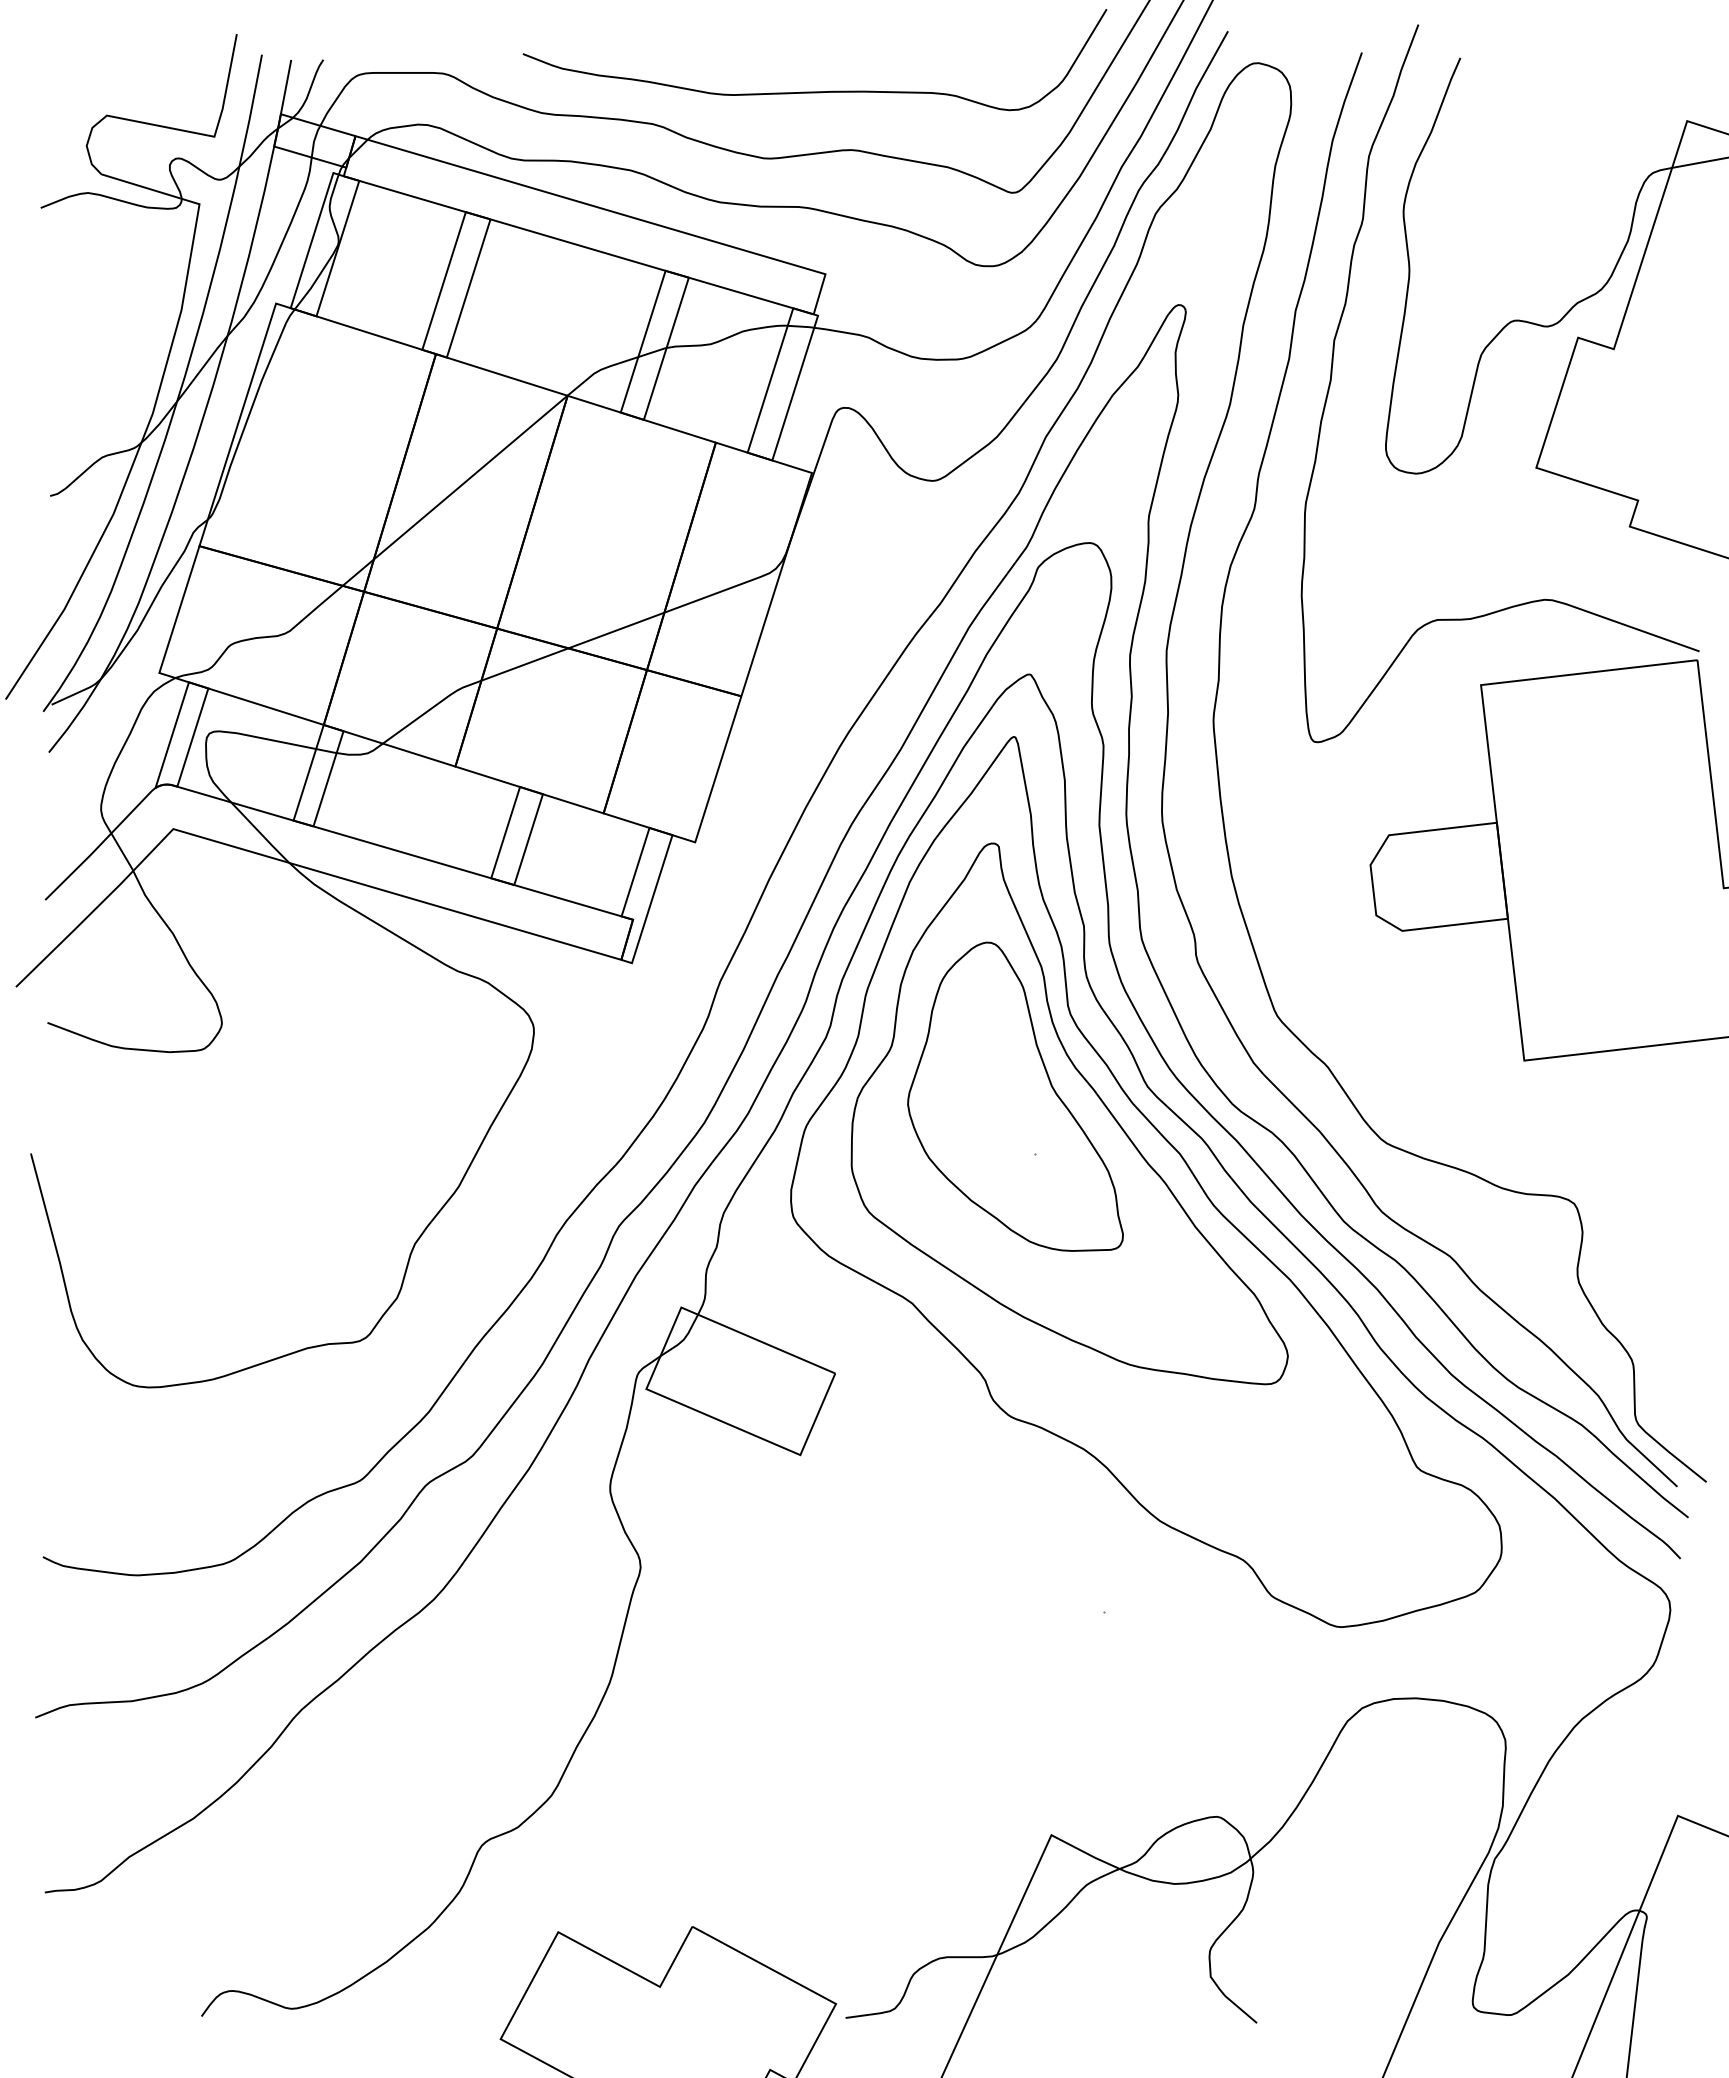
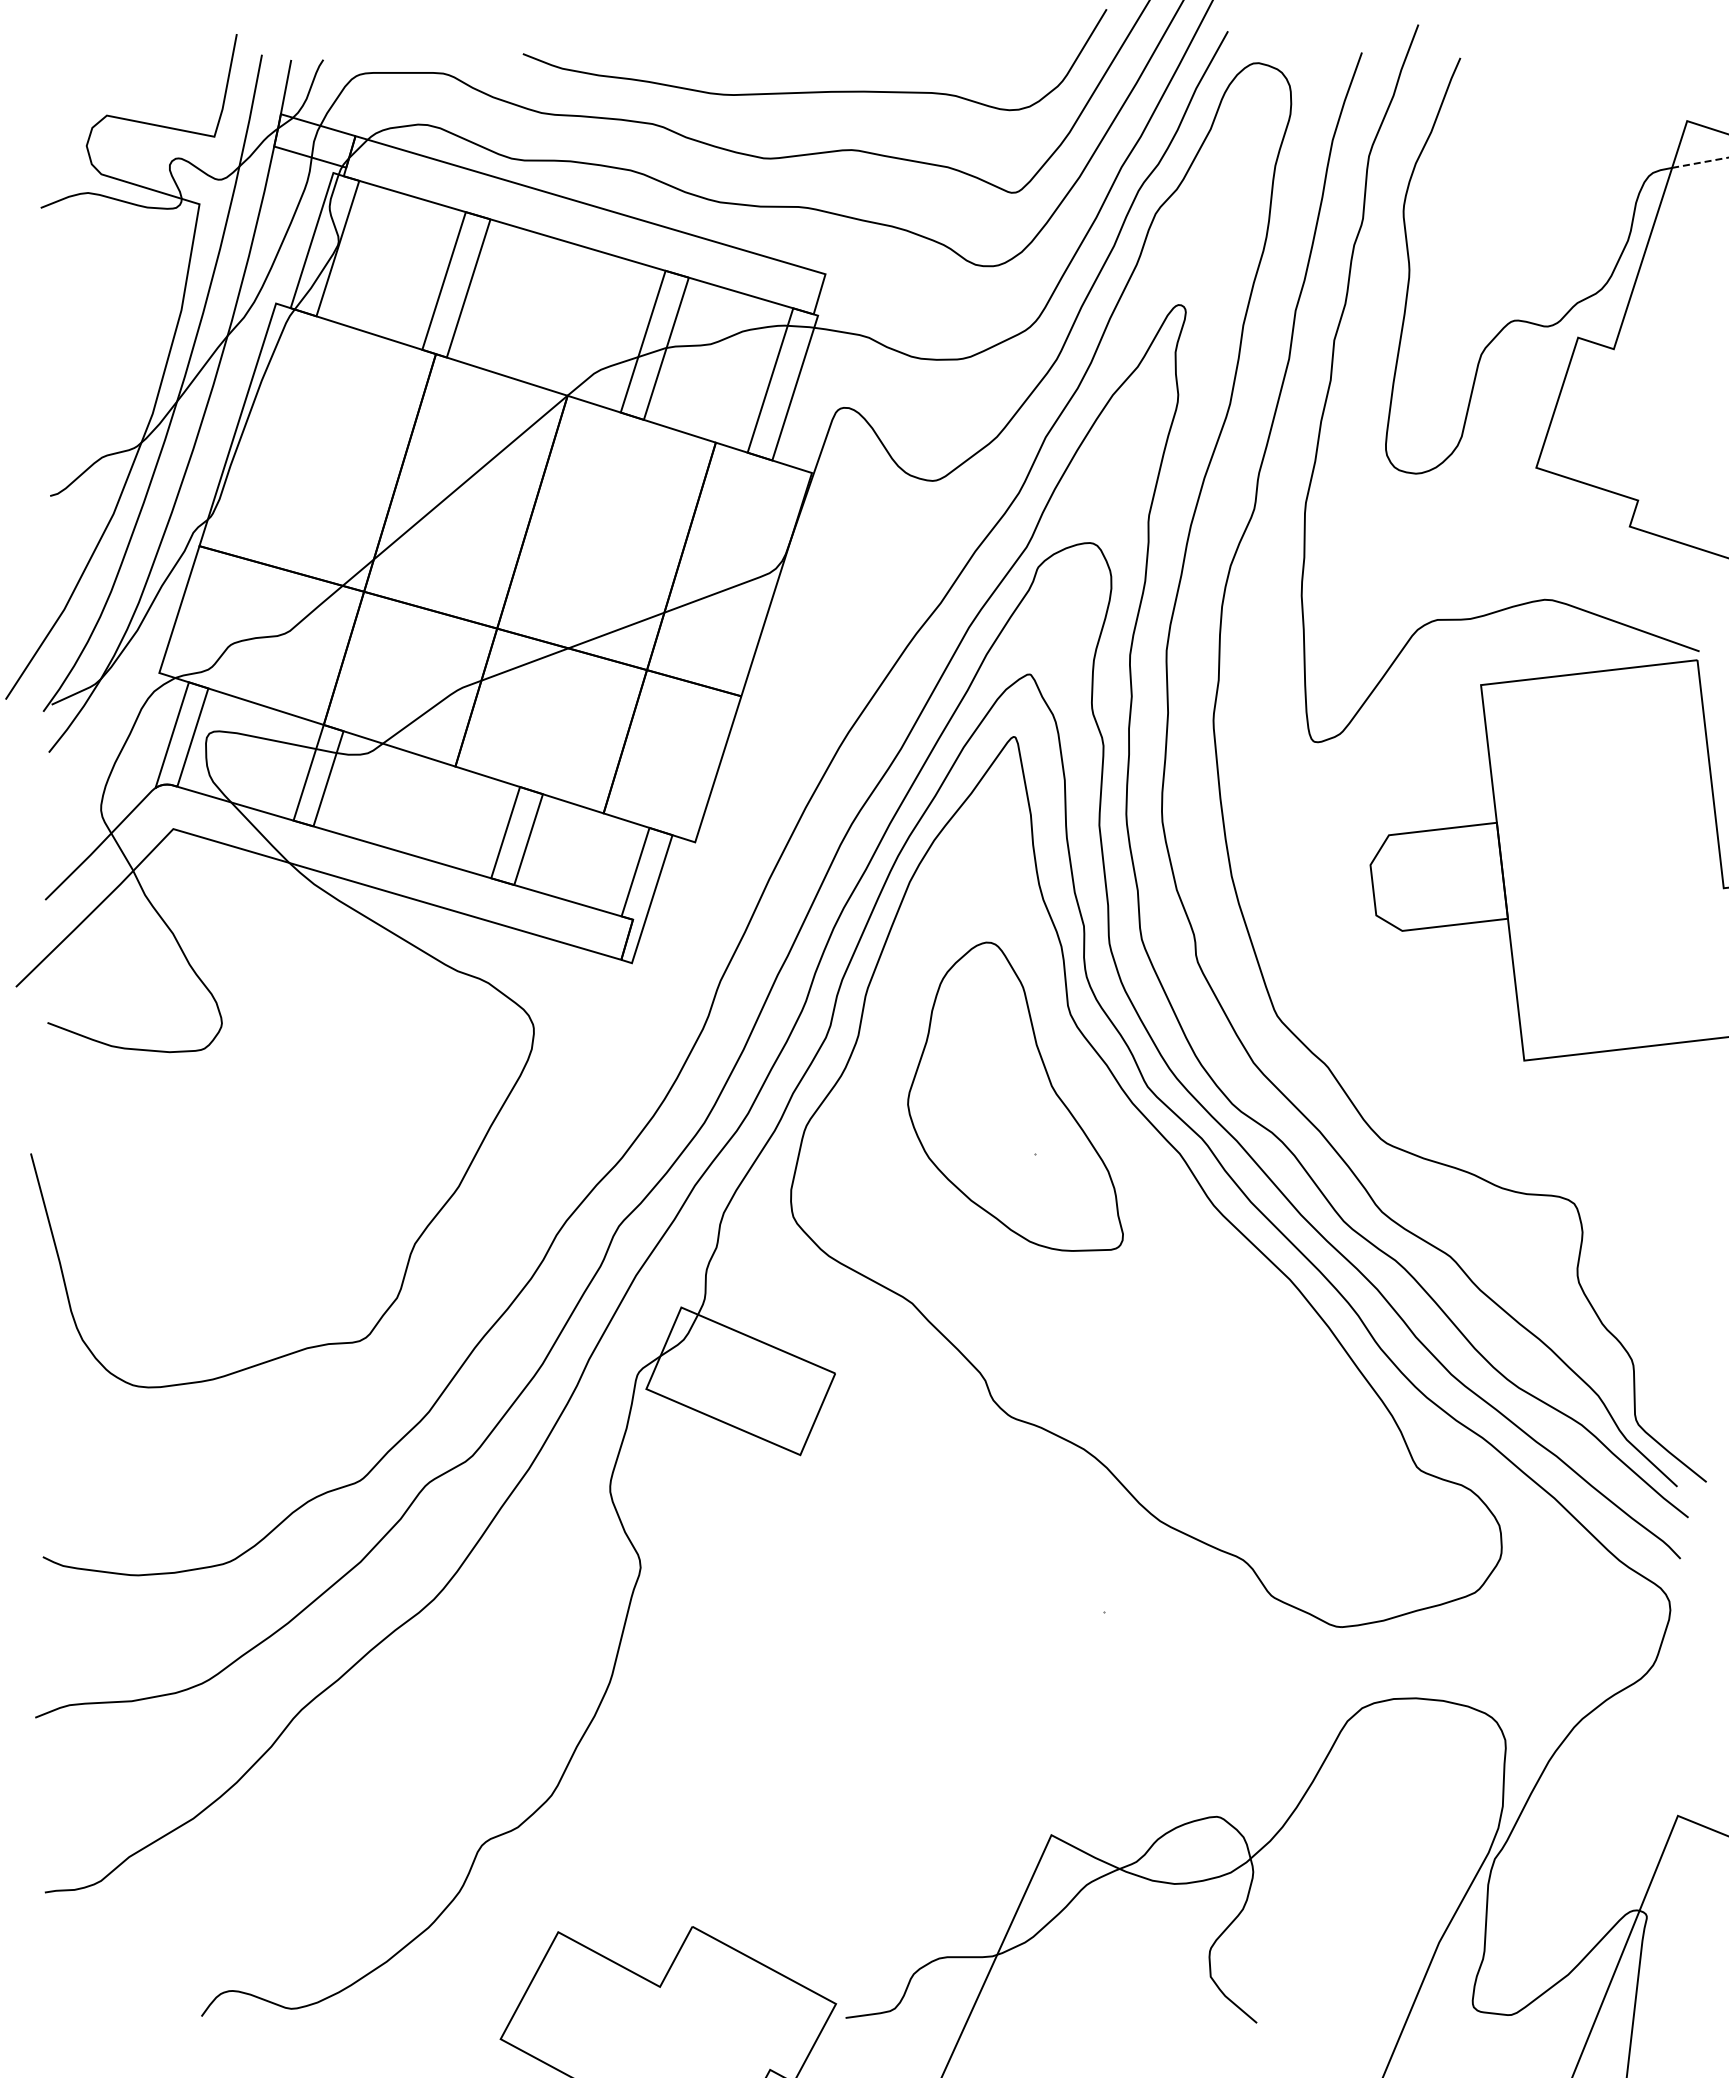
line at (1700, 162): solid -> dashed
part at (1069, 1113): present -> none
